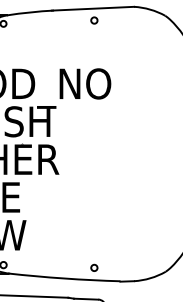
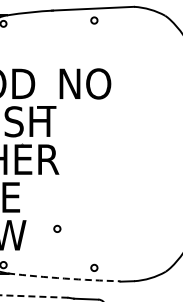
circle at (57, 228): none -> present
arc at (64, 278): solid -> dashed
line at (34, 296): solid -> dashed
